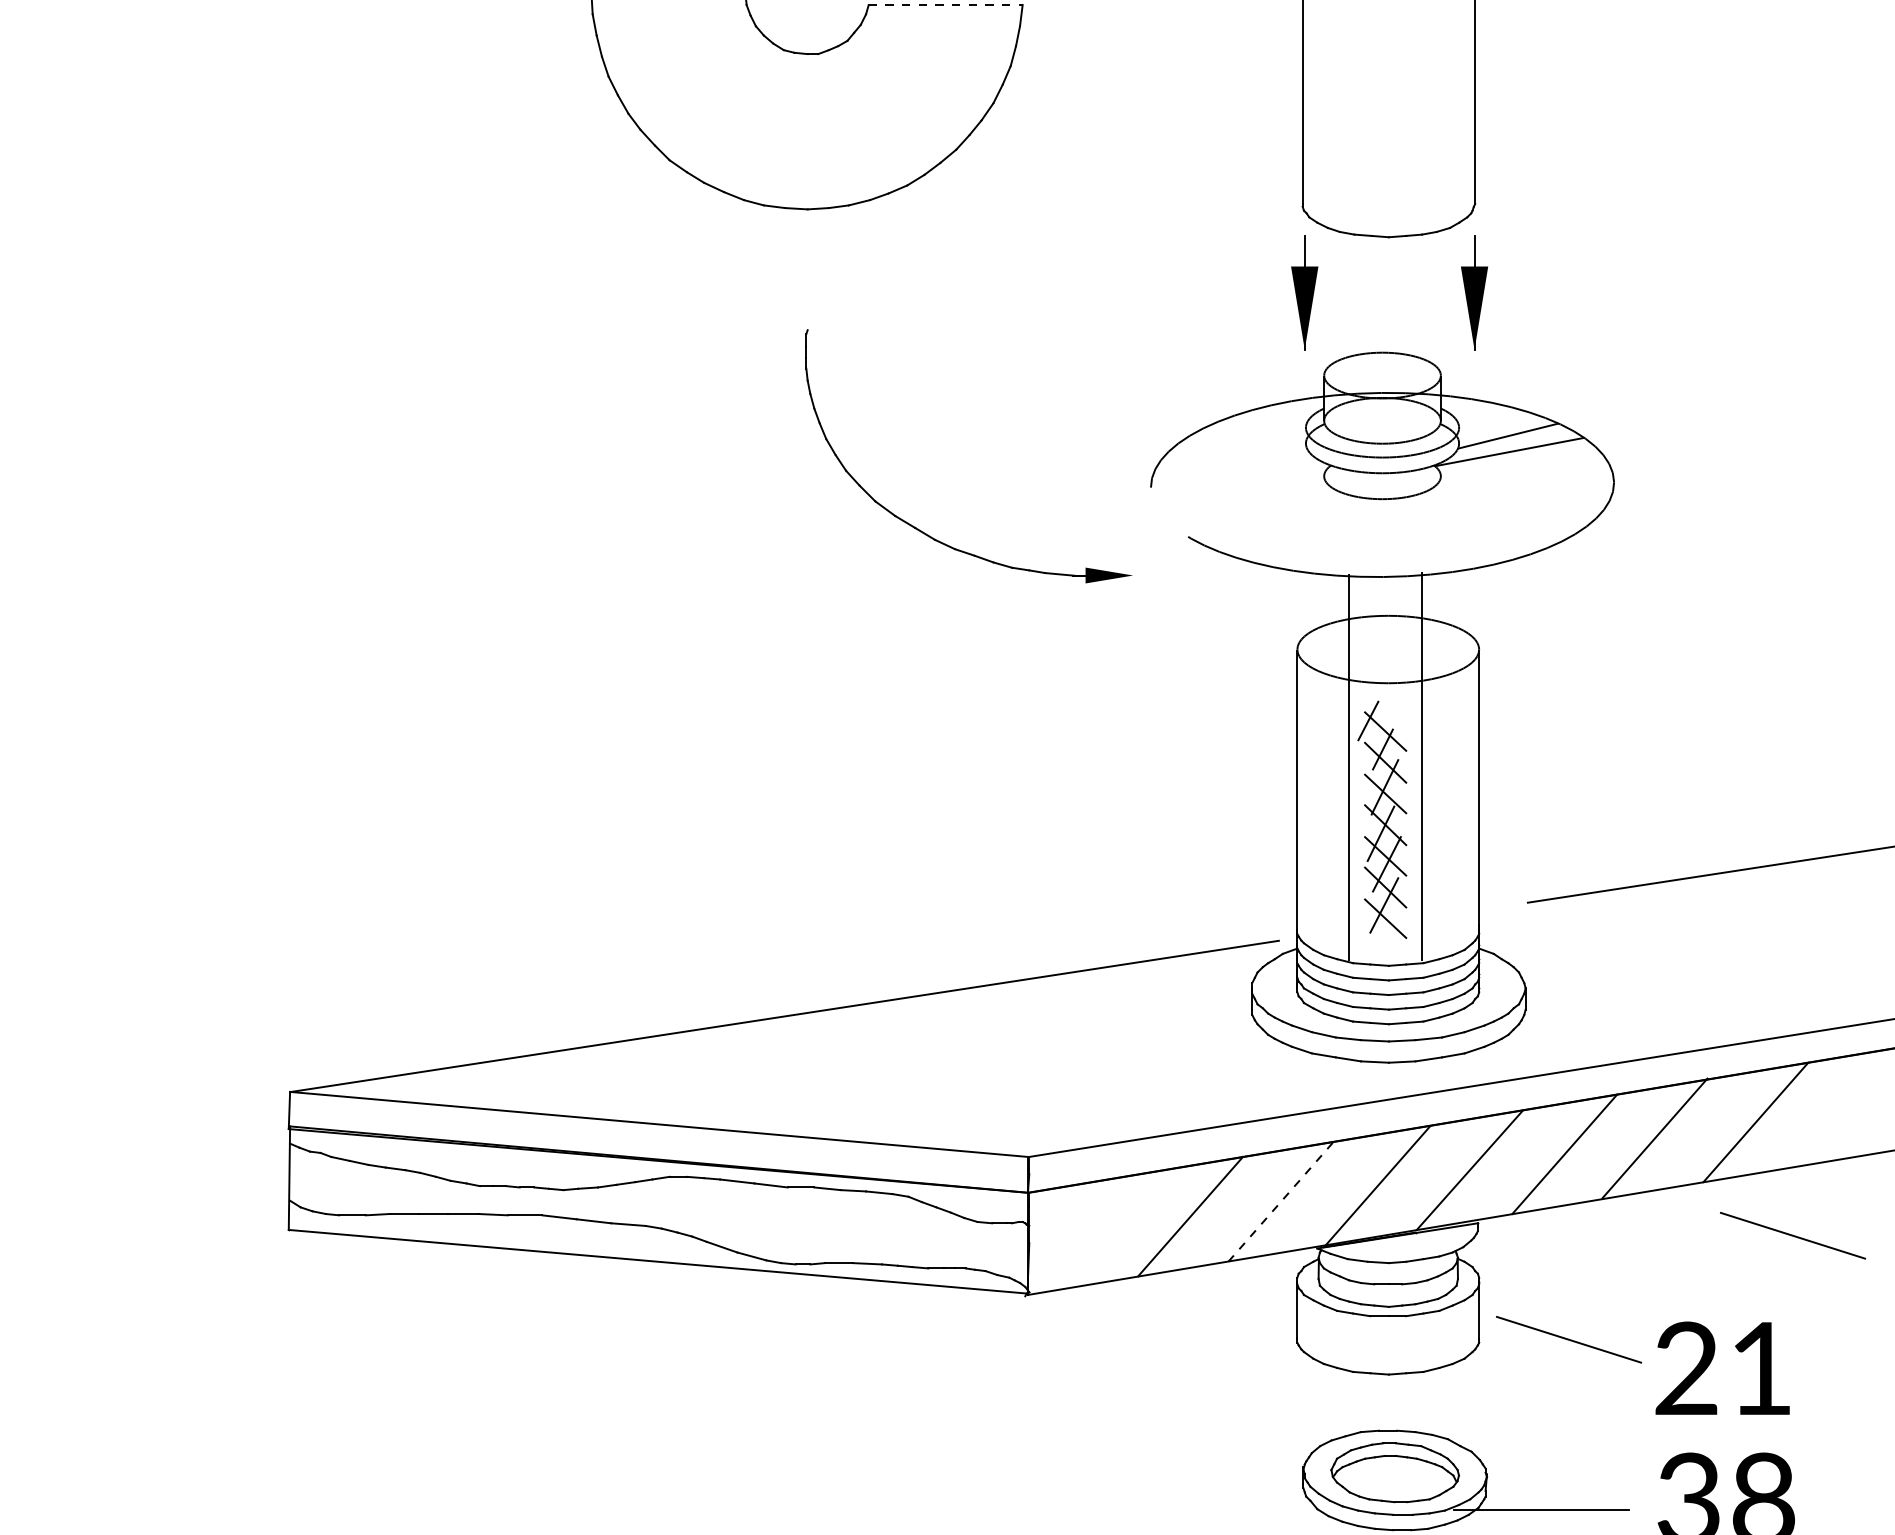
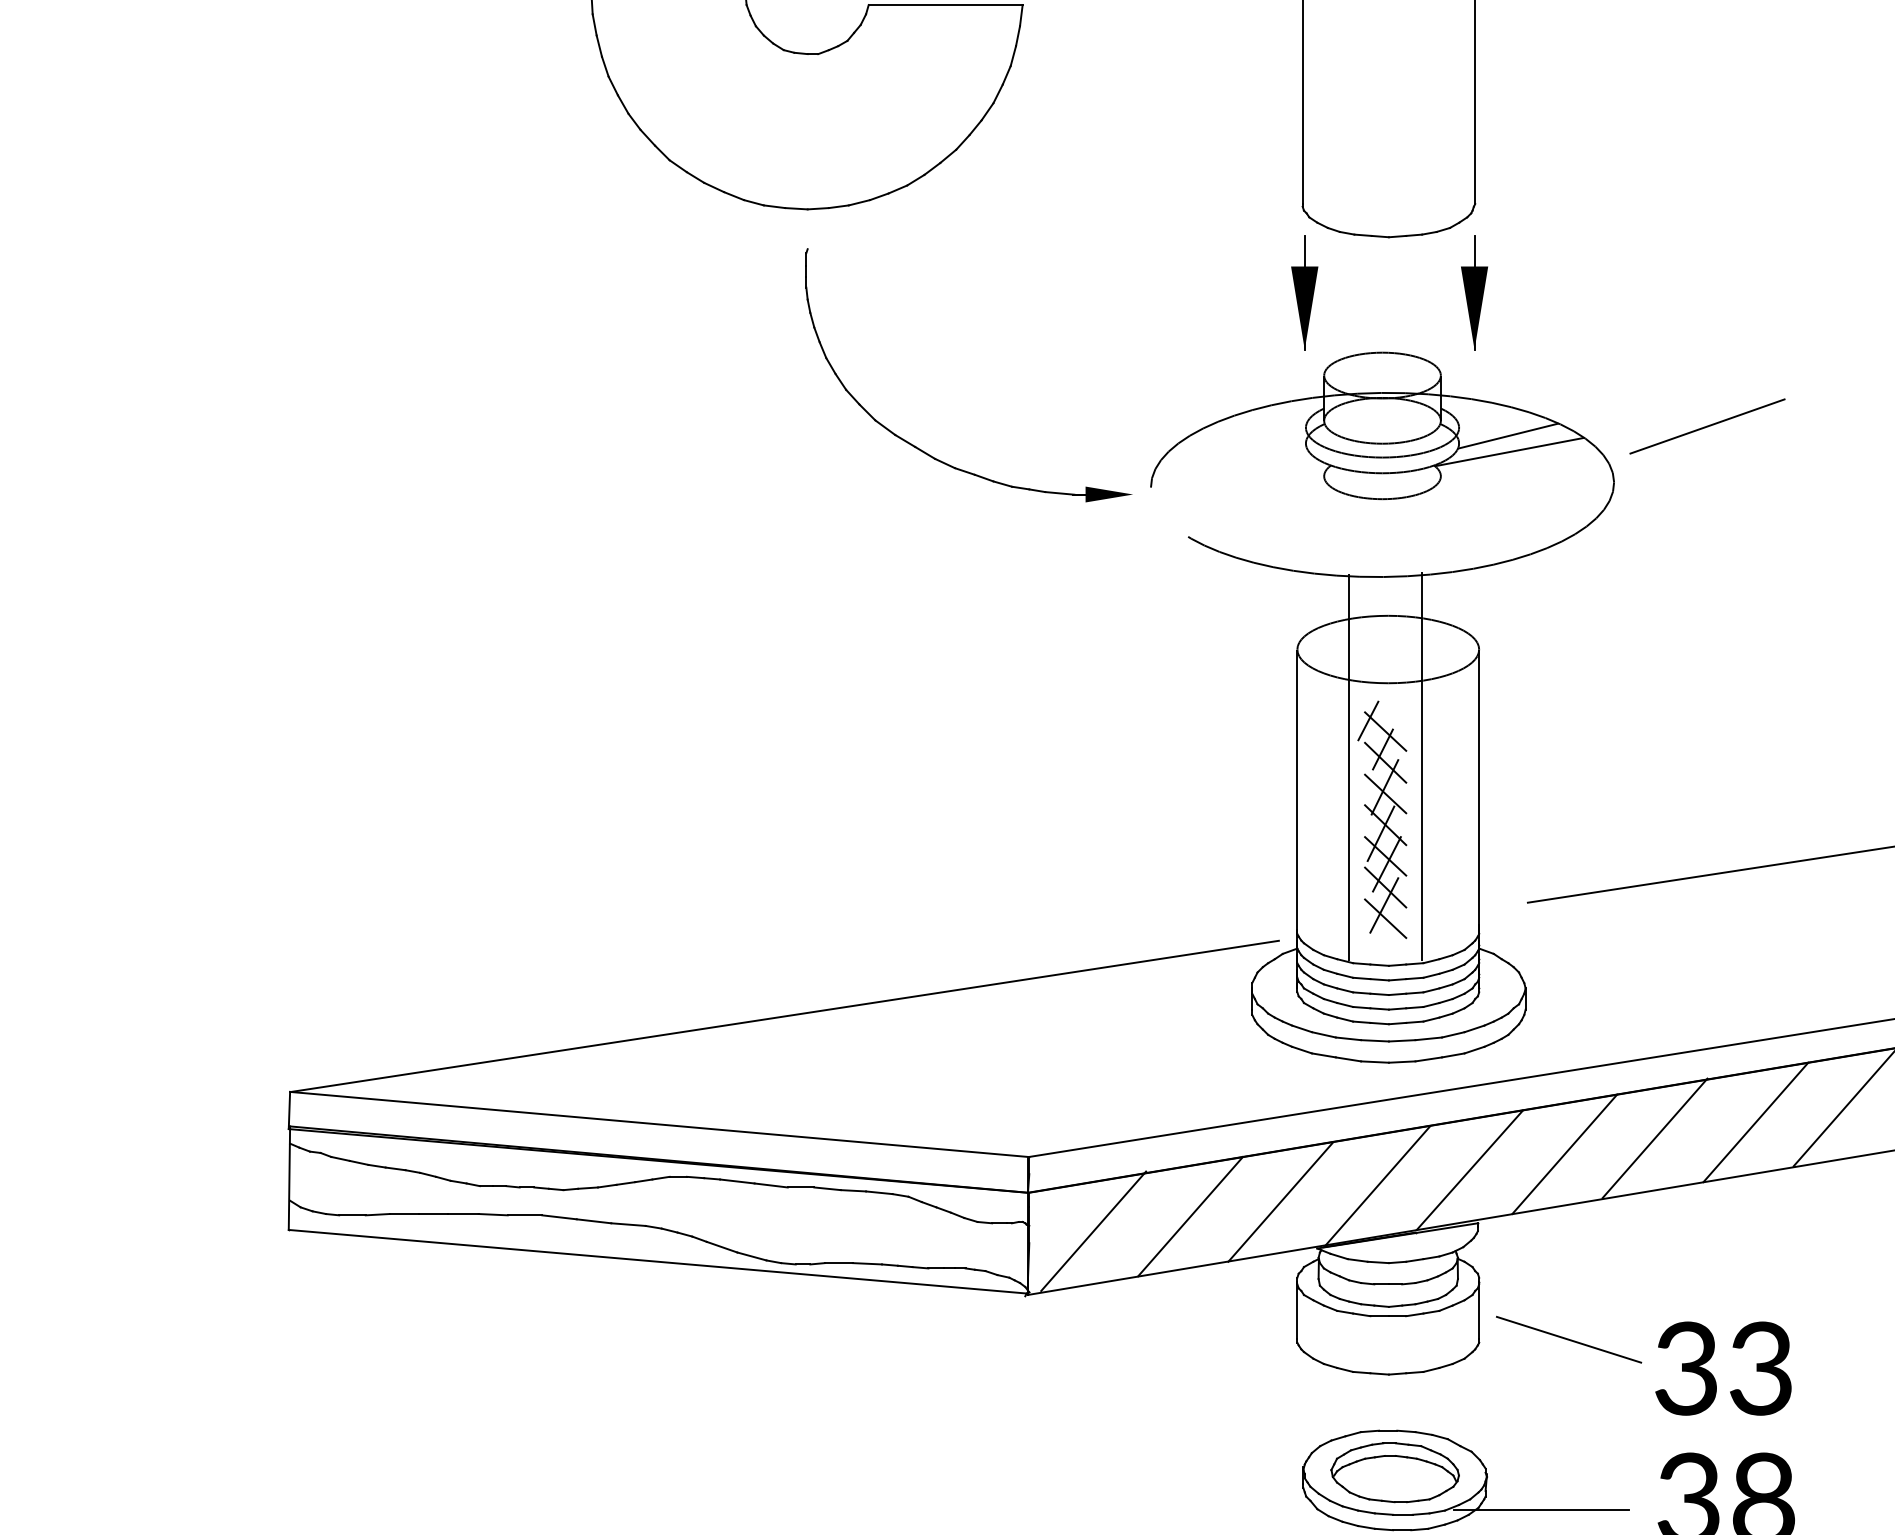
line at (945, 5): dashed -> solid
line at (1707, 426): none -> present
part at (923, 531) position: (923, 531) -> (923, 450)
line at (1842, 1110): none -> present
line at (1281, 1201): dashed -> solid
line at (1093, 1230): none -> present
line at (1793, 1235): present -> none
text at (1723, 1368): 21 -> 33
